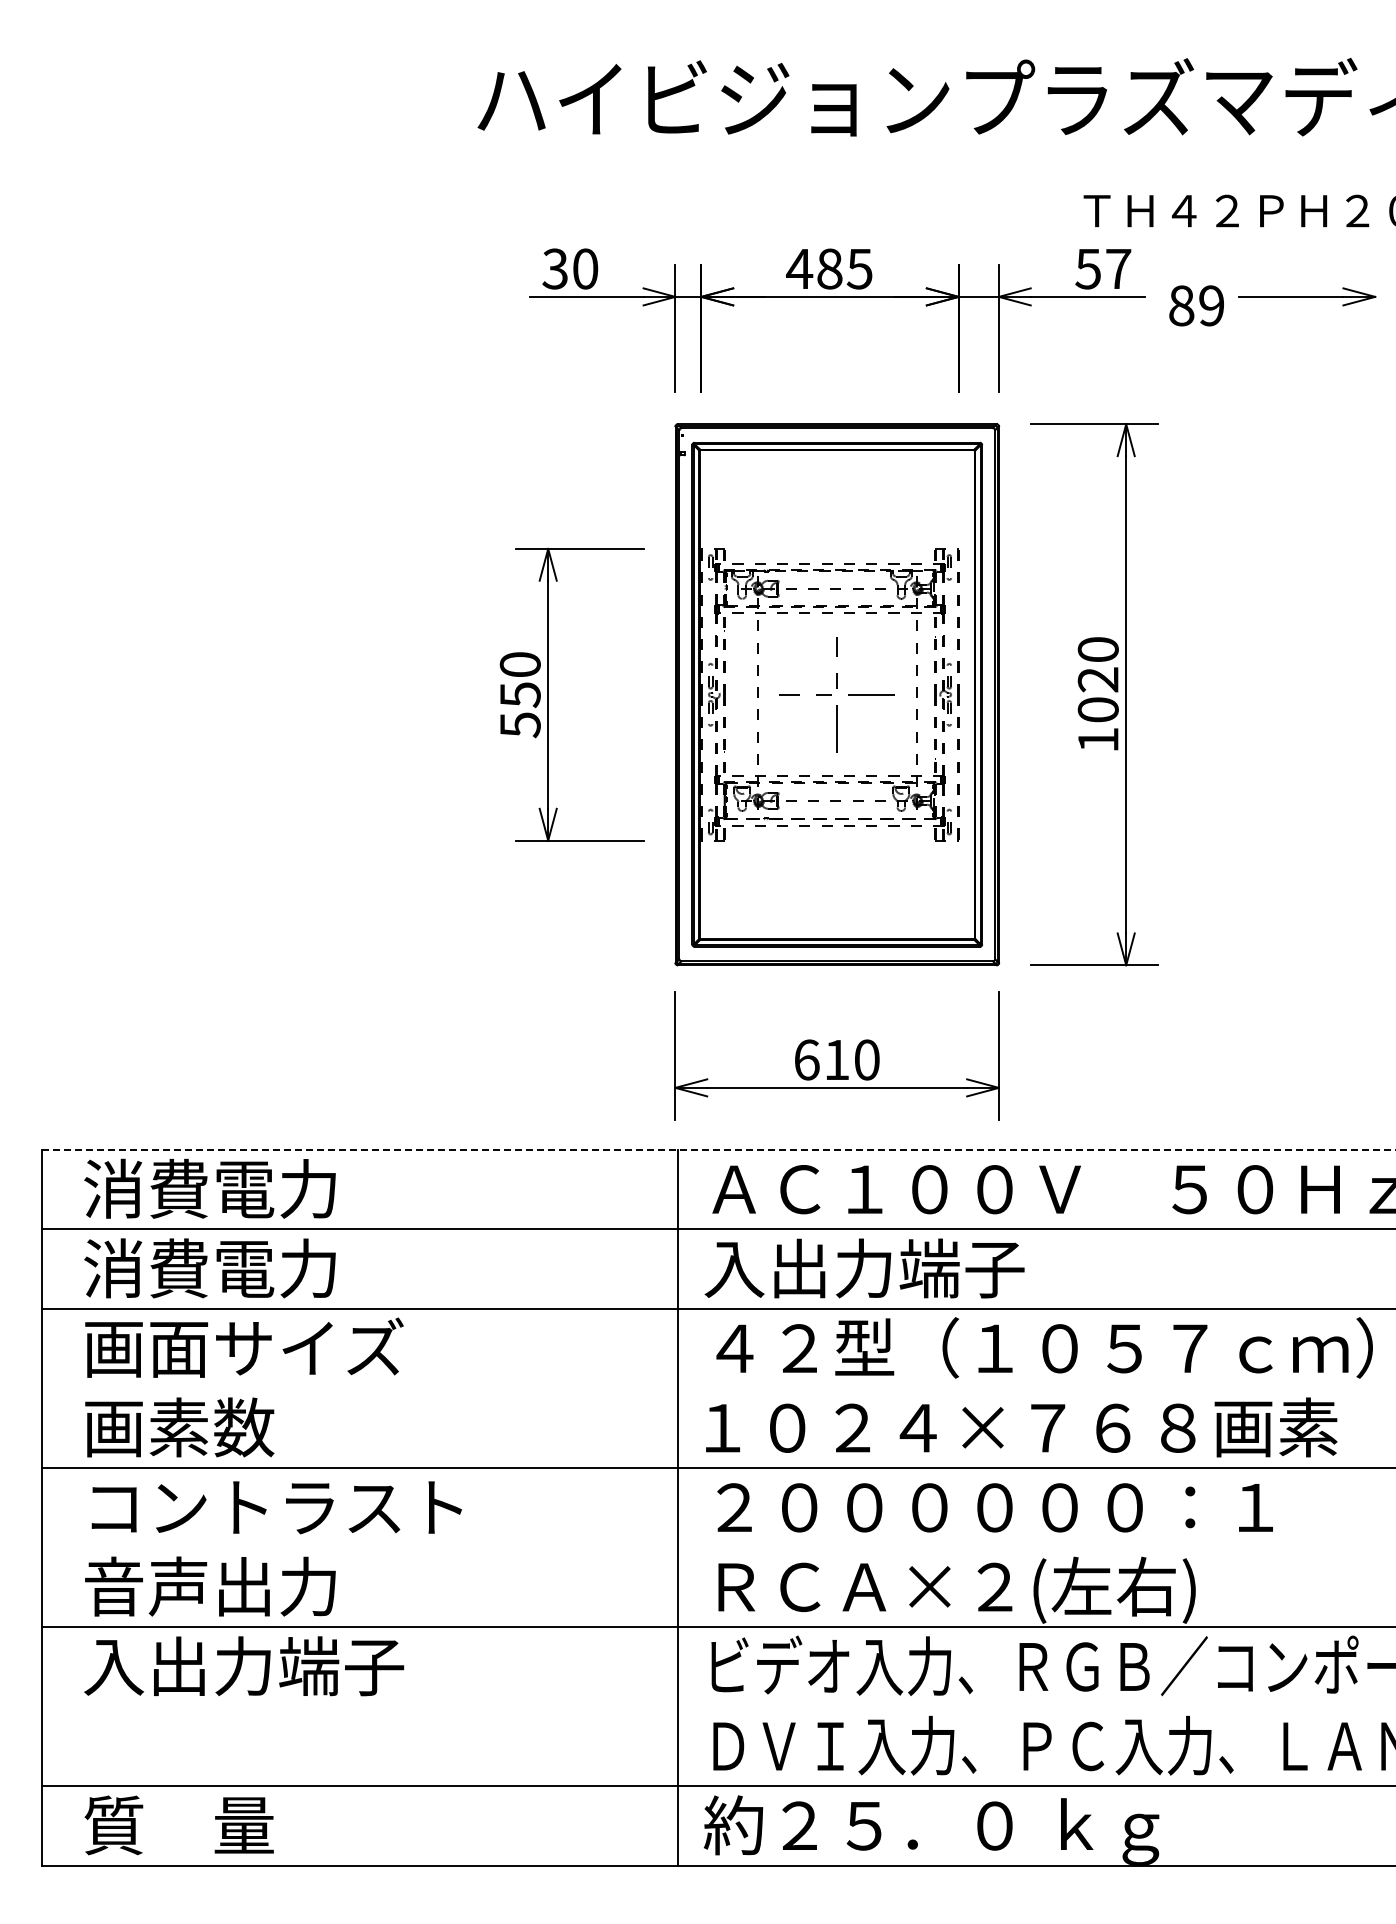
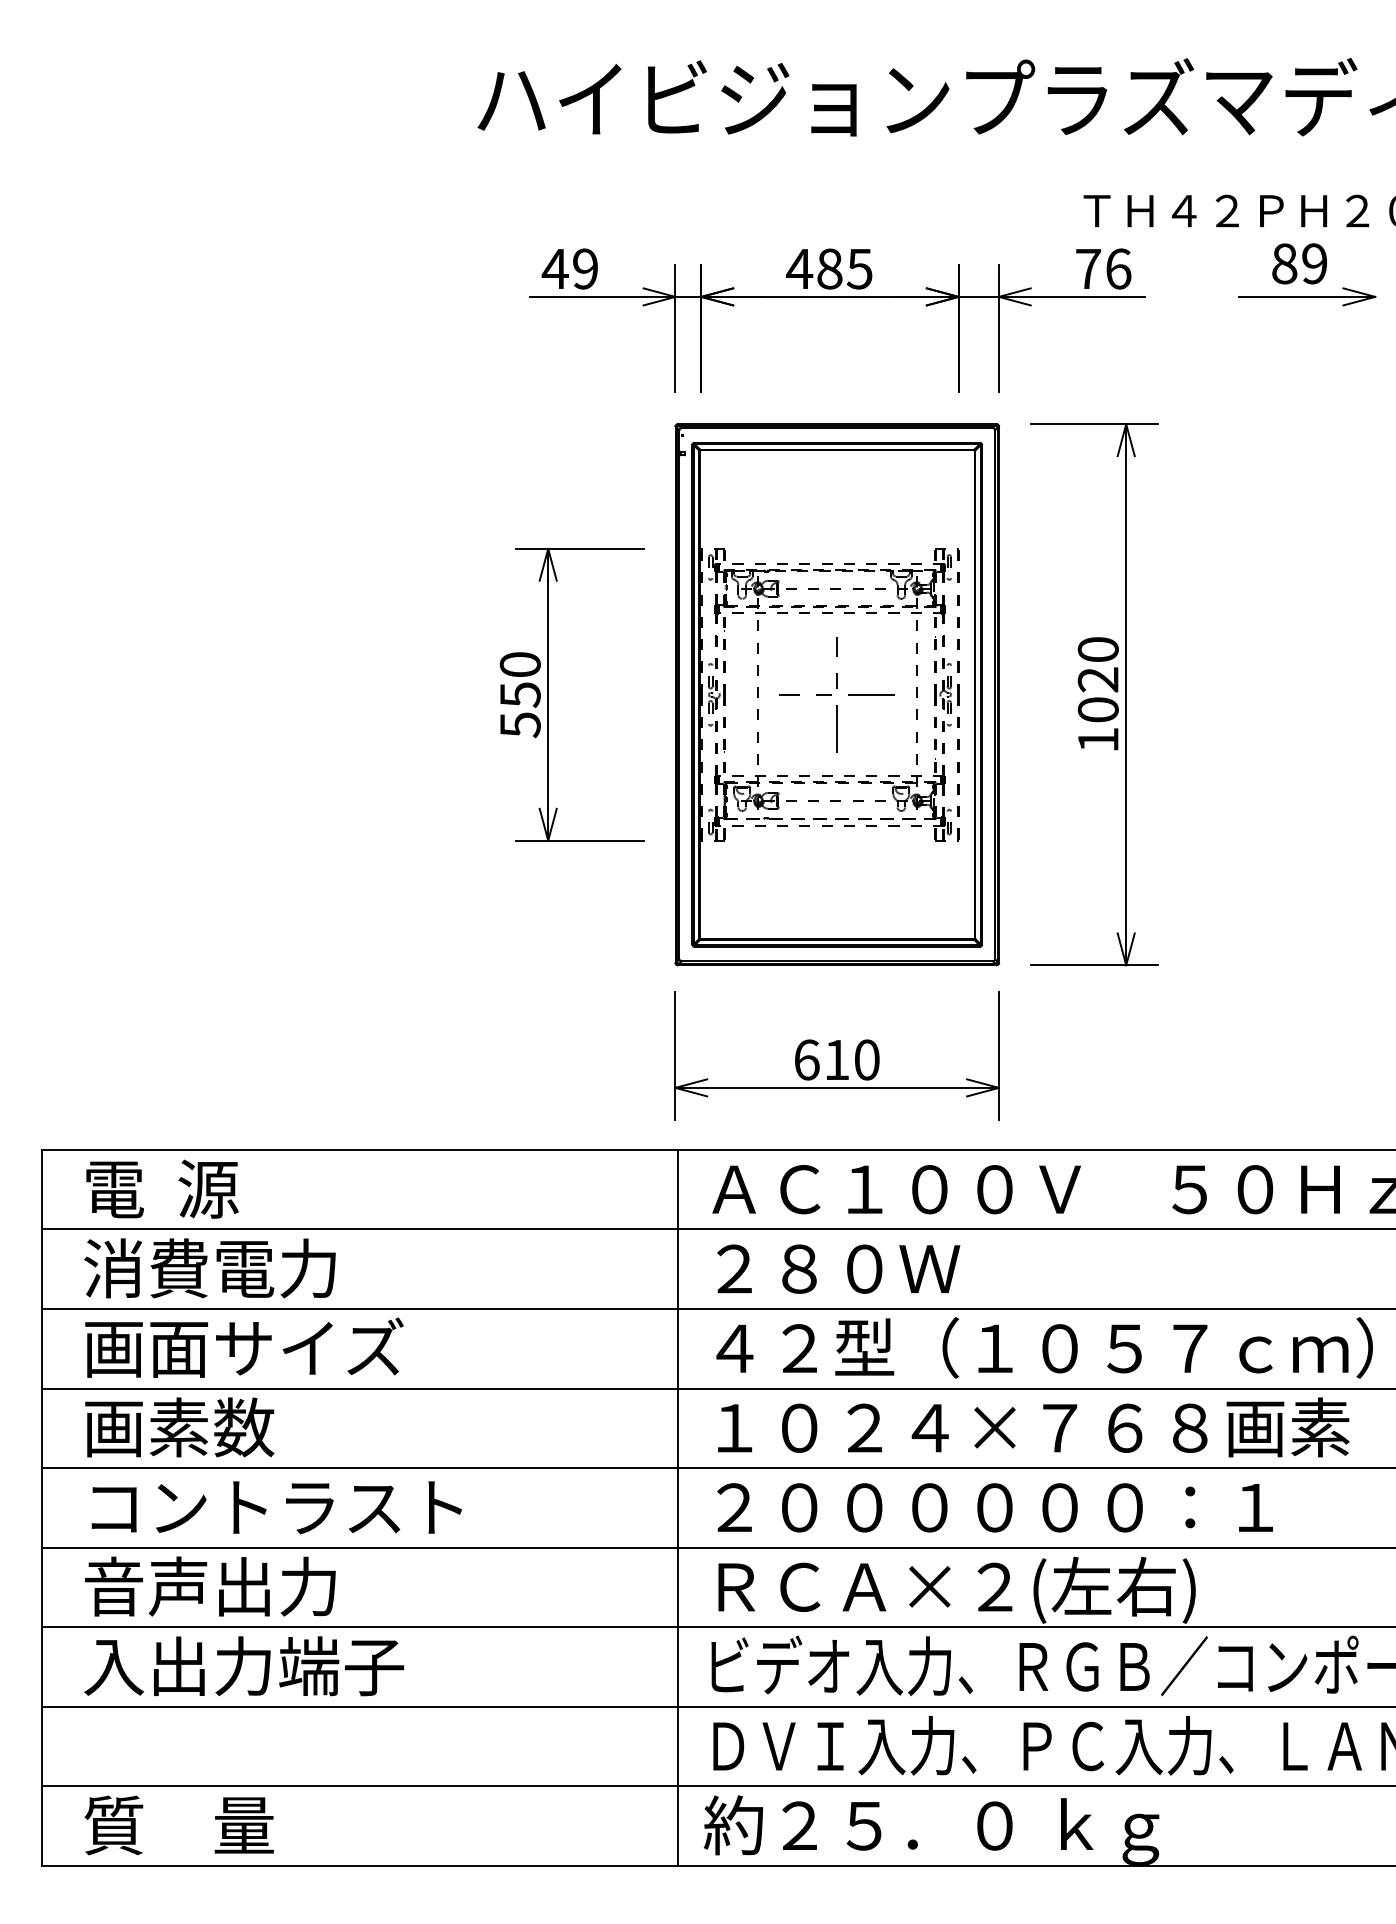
text at (569, 268): 30 -> 49
text at (1103, 268): 57 -> 76
text at (1196, 305) position: (1196, 305) -> (1299, 263)
line at (718, 1149): dashed -> solid
text at (209, 1188): 消費電力 -> 電  源
text at (864, 1268): 入出力端子 -> ２８０Ｗ
line at (716, 1388): none -> present
text at (1021, 1427) position: (1021, 1427) -> (1033, 1427)
line at (716, 1547): none -> present
line at (716, 1706): none -> present
